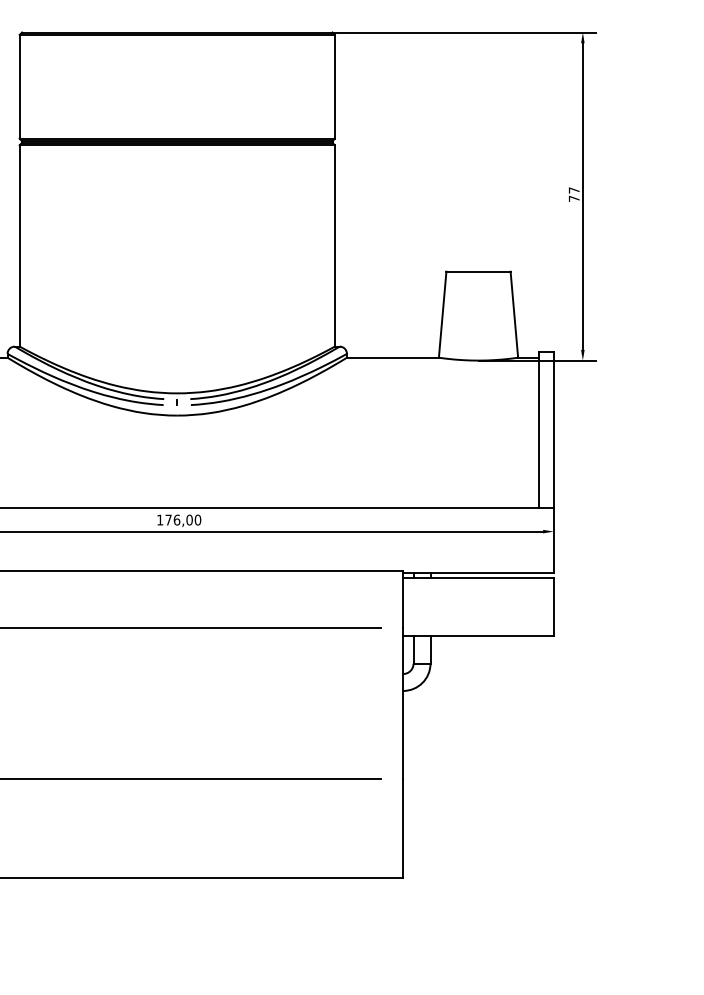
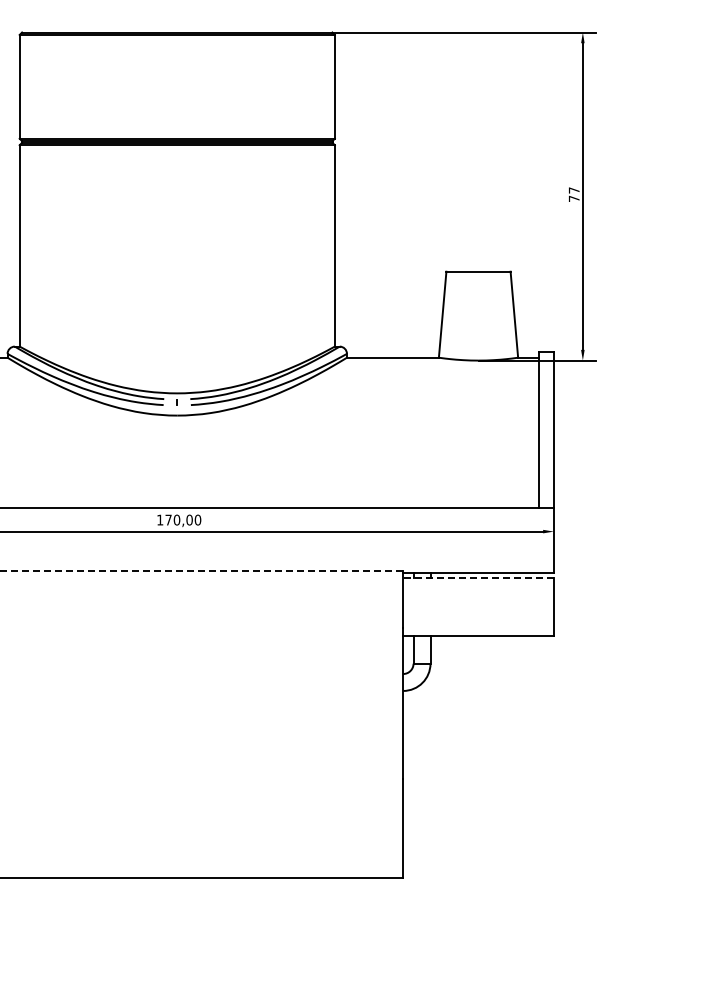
text at (177, 519): 176,00 -> 170,00
line at (201, 571): solid -> dashed
line at (478, 578): solid -> dashed
line at (191, 628): present -> none
line at (191, 778): present -> none
